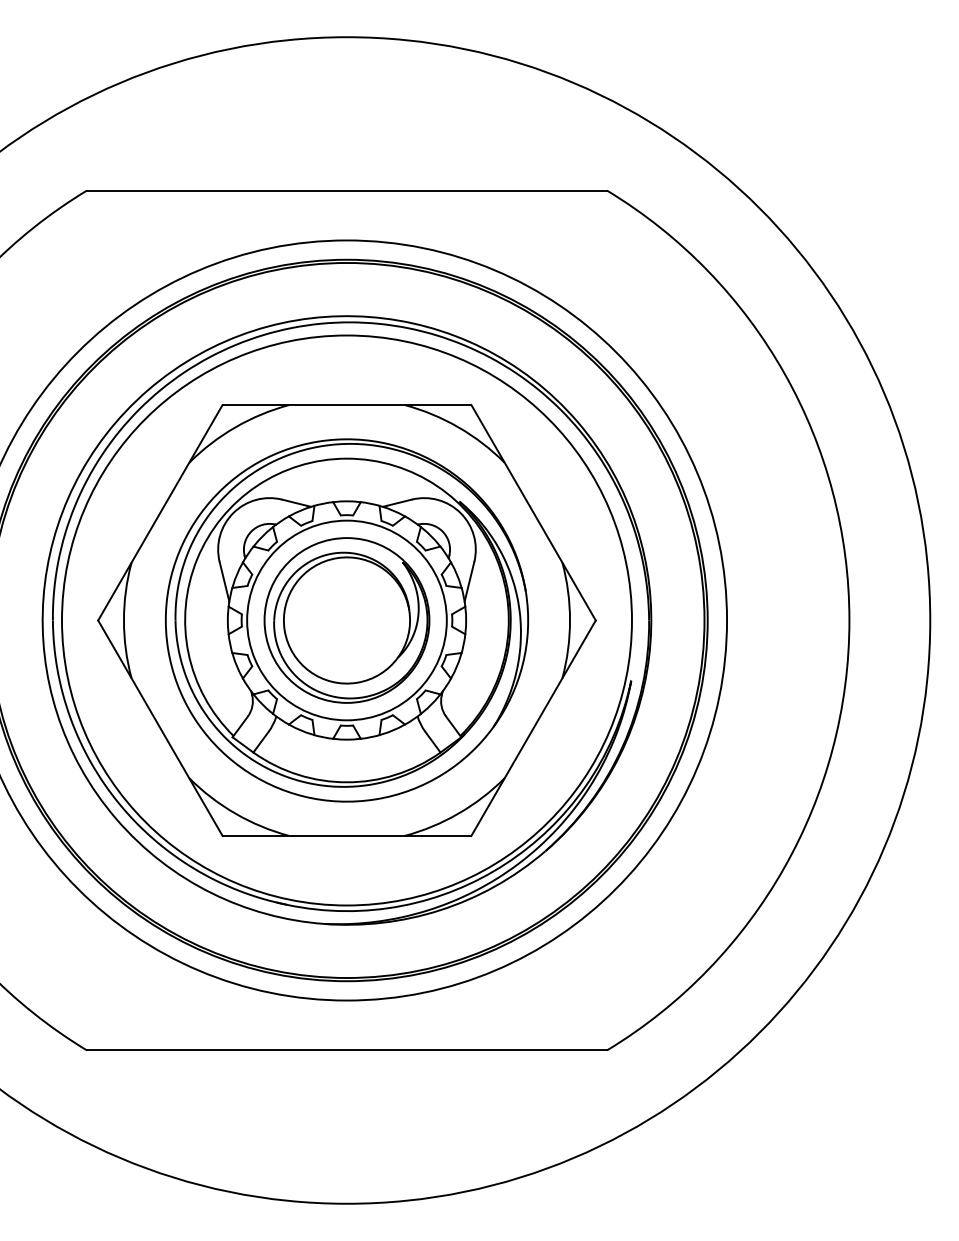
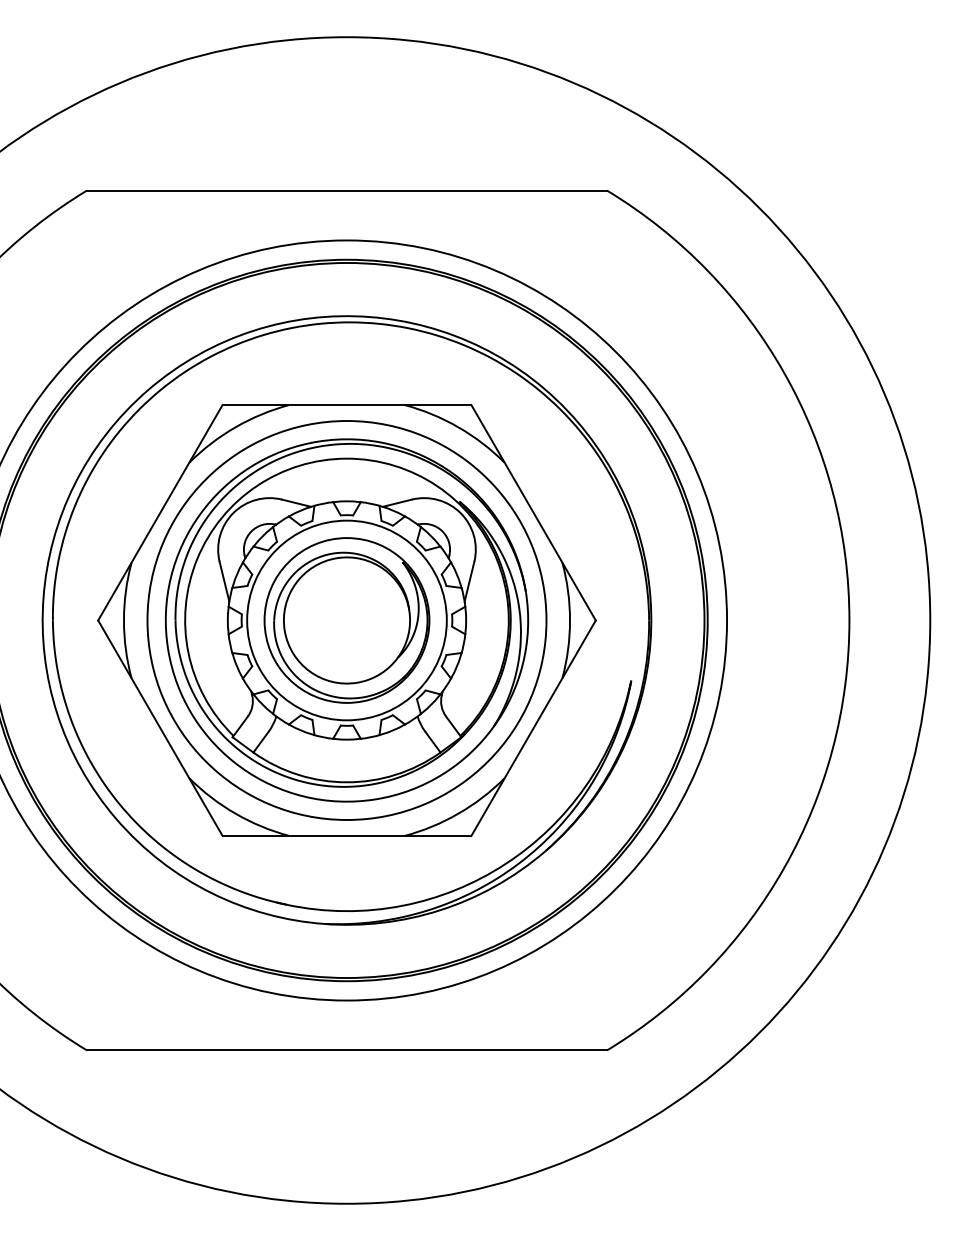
circle at (346, 620) diameter: 570 px -> 399 px
